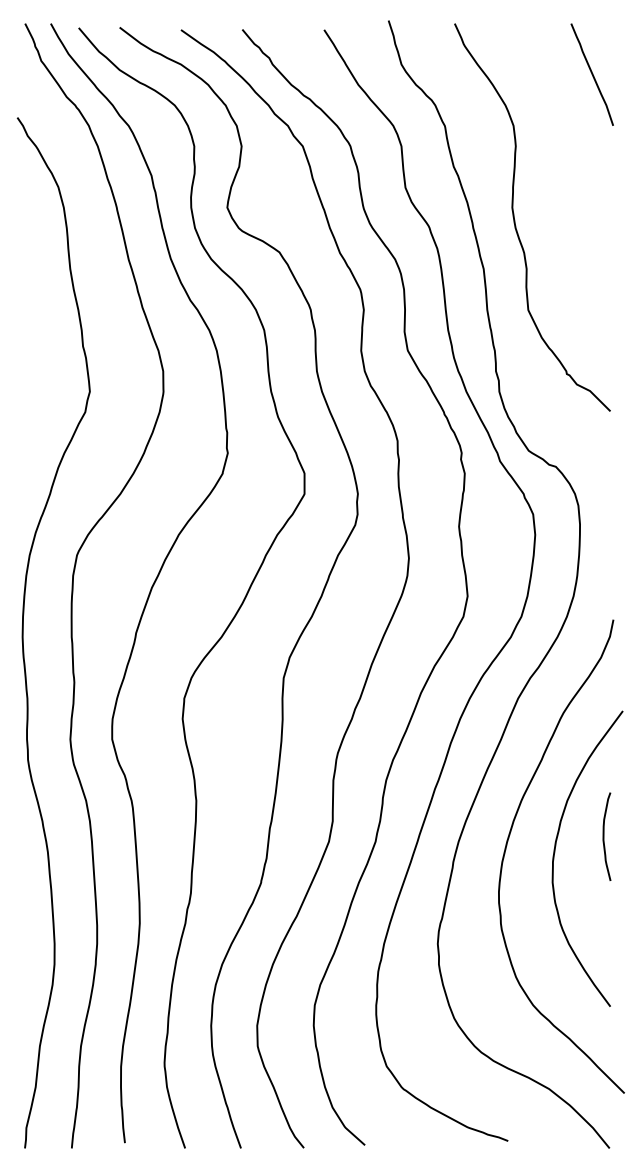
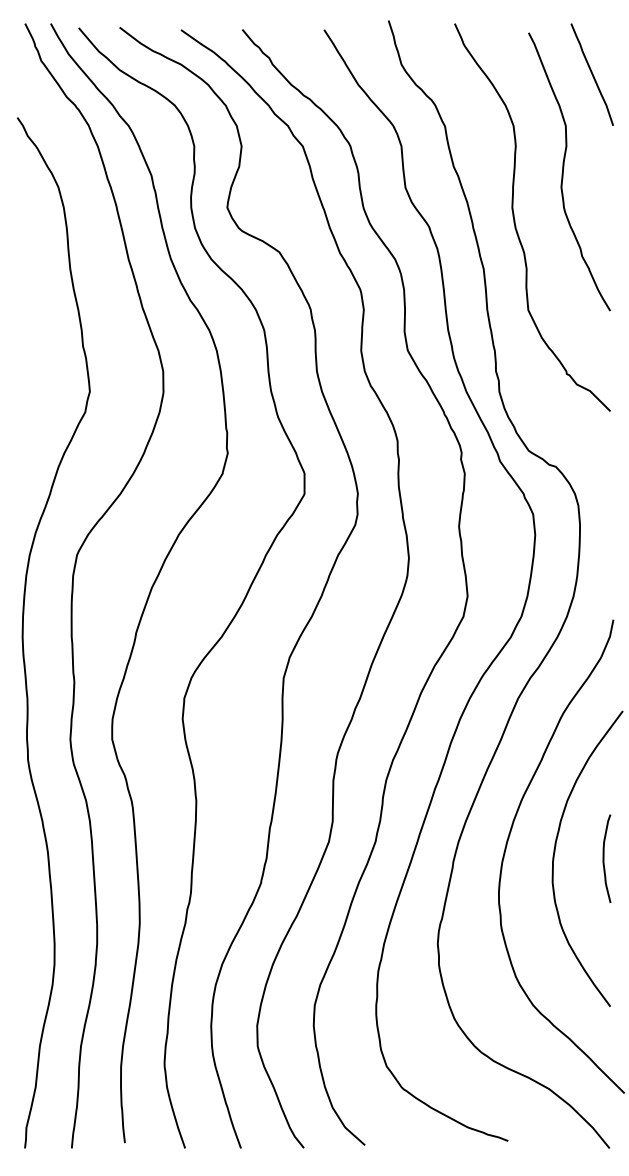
curve at (563, 171): none -> present
curve at (604, 836) position: (604, 836) -> (604, 858)
